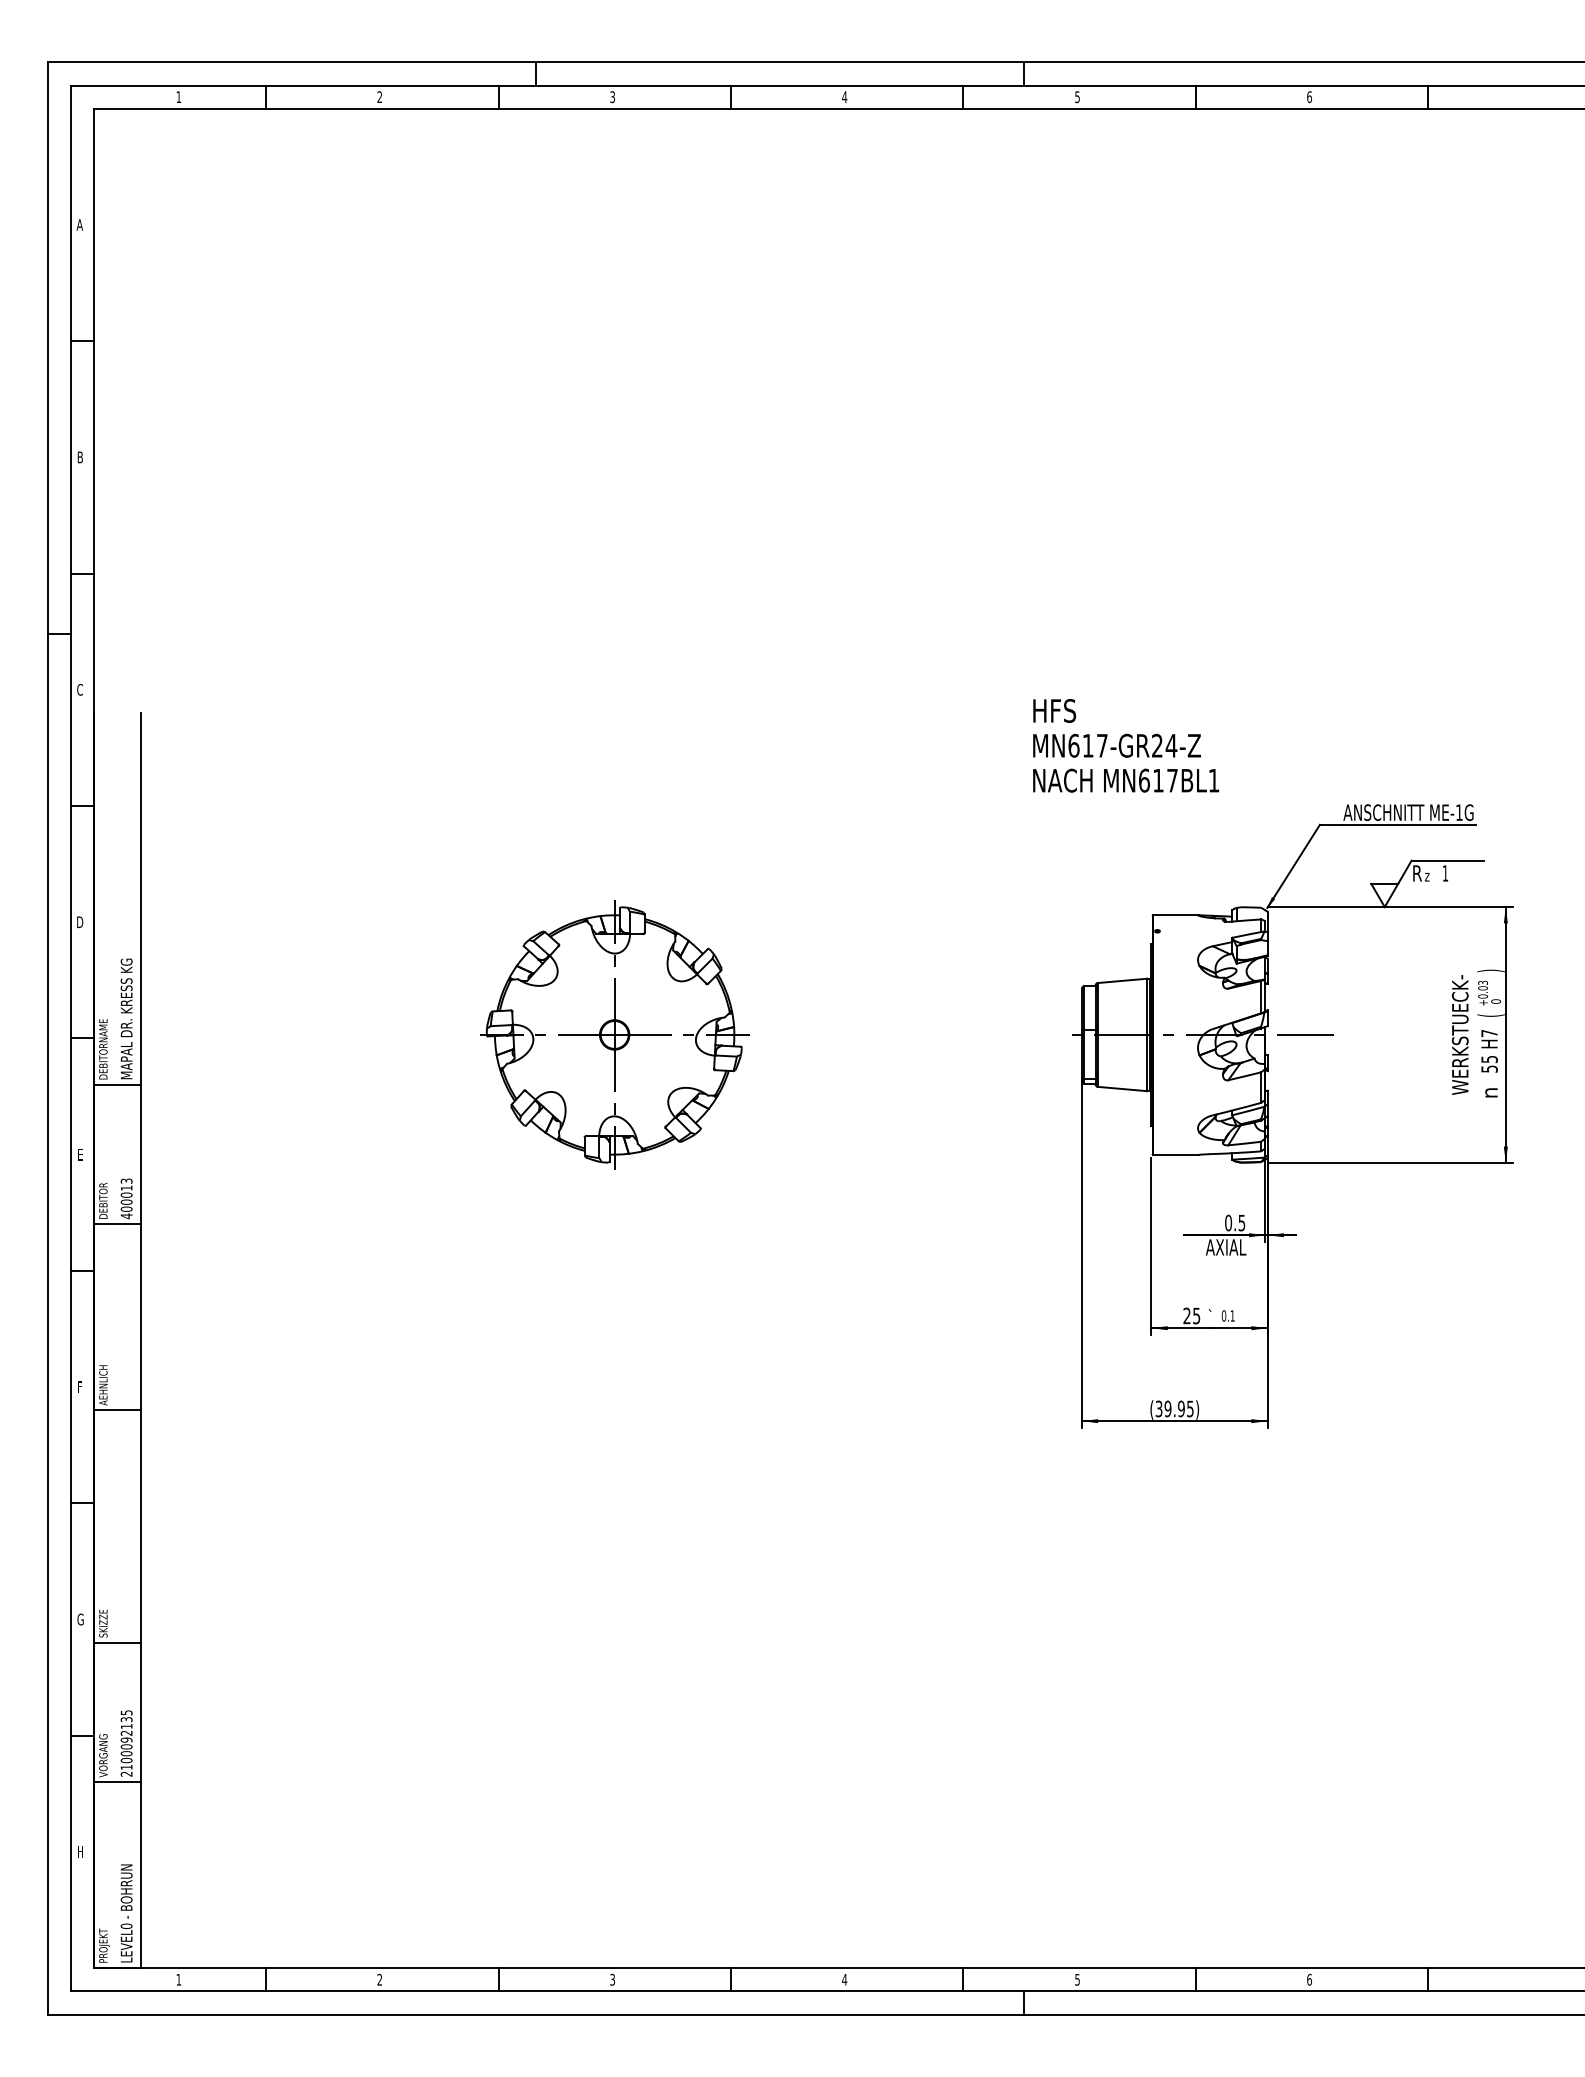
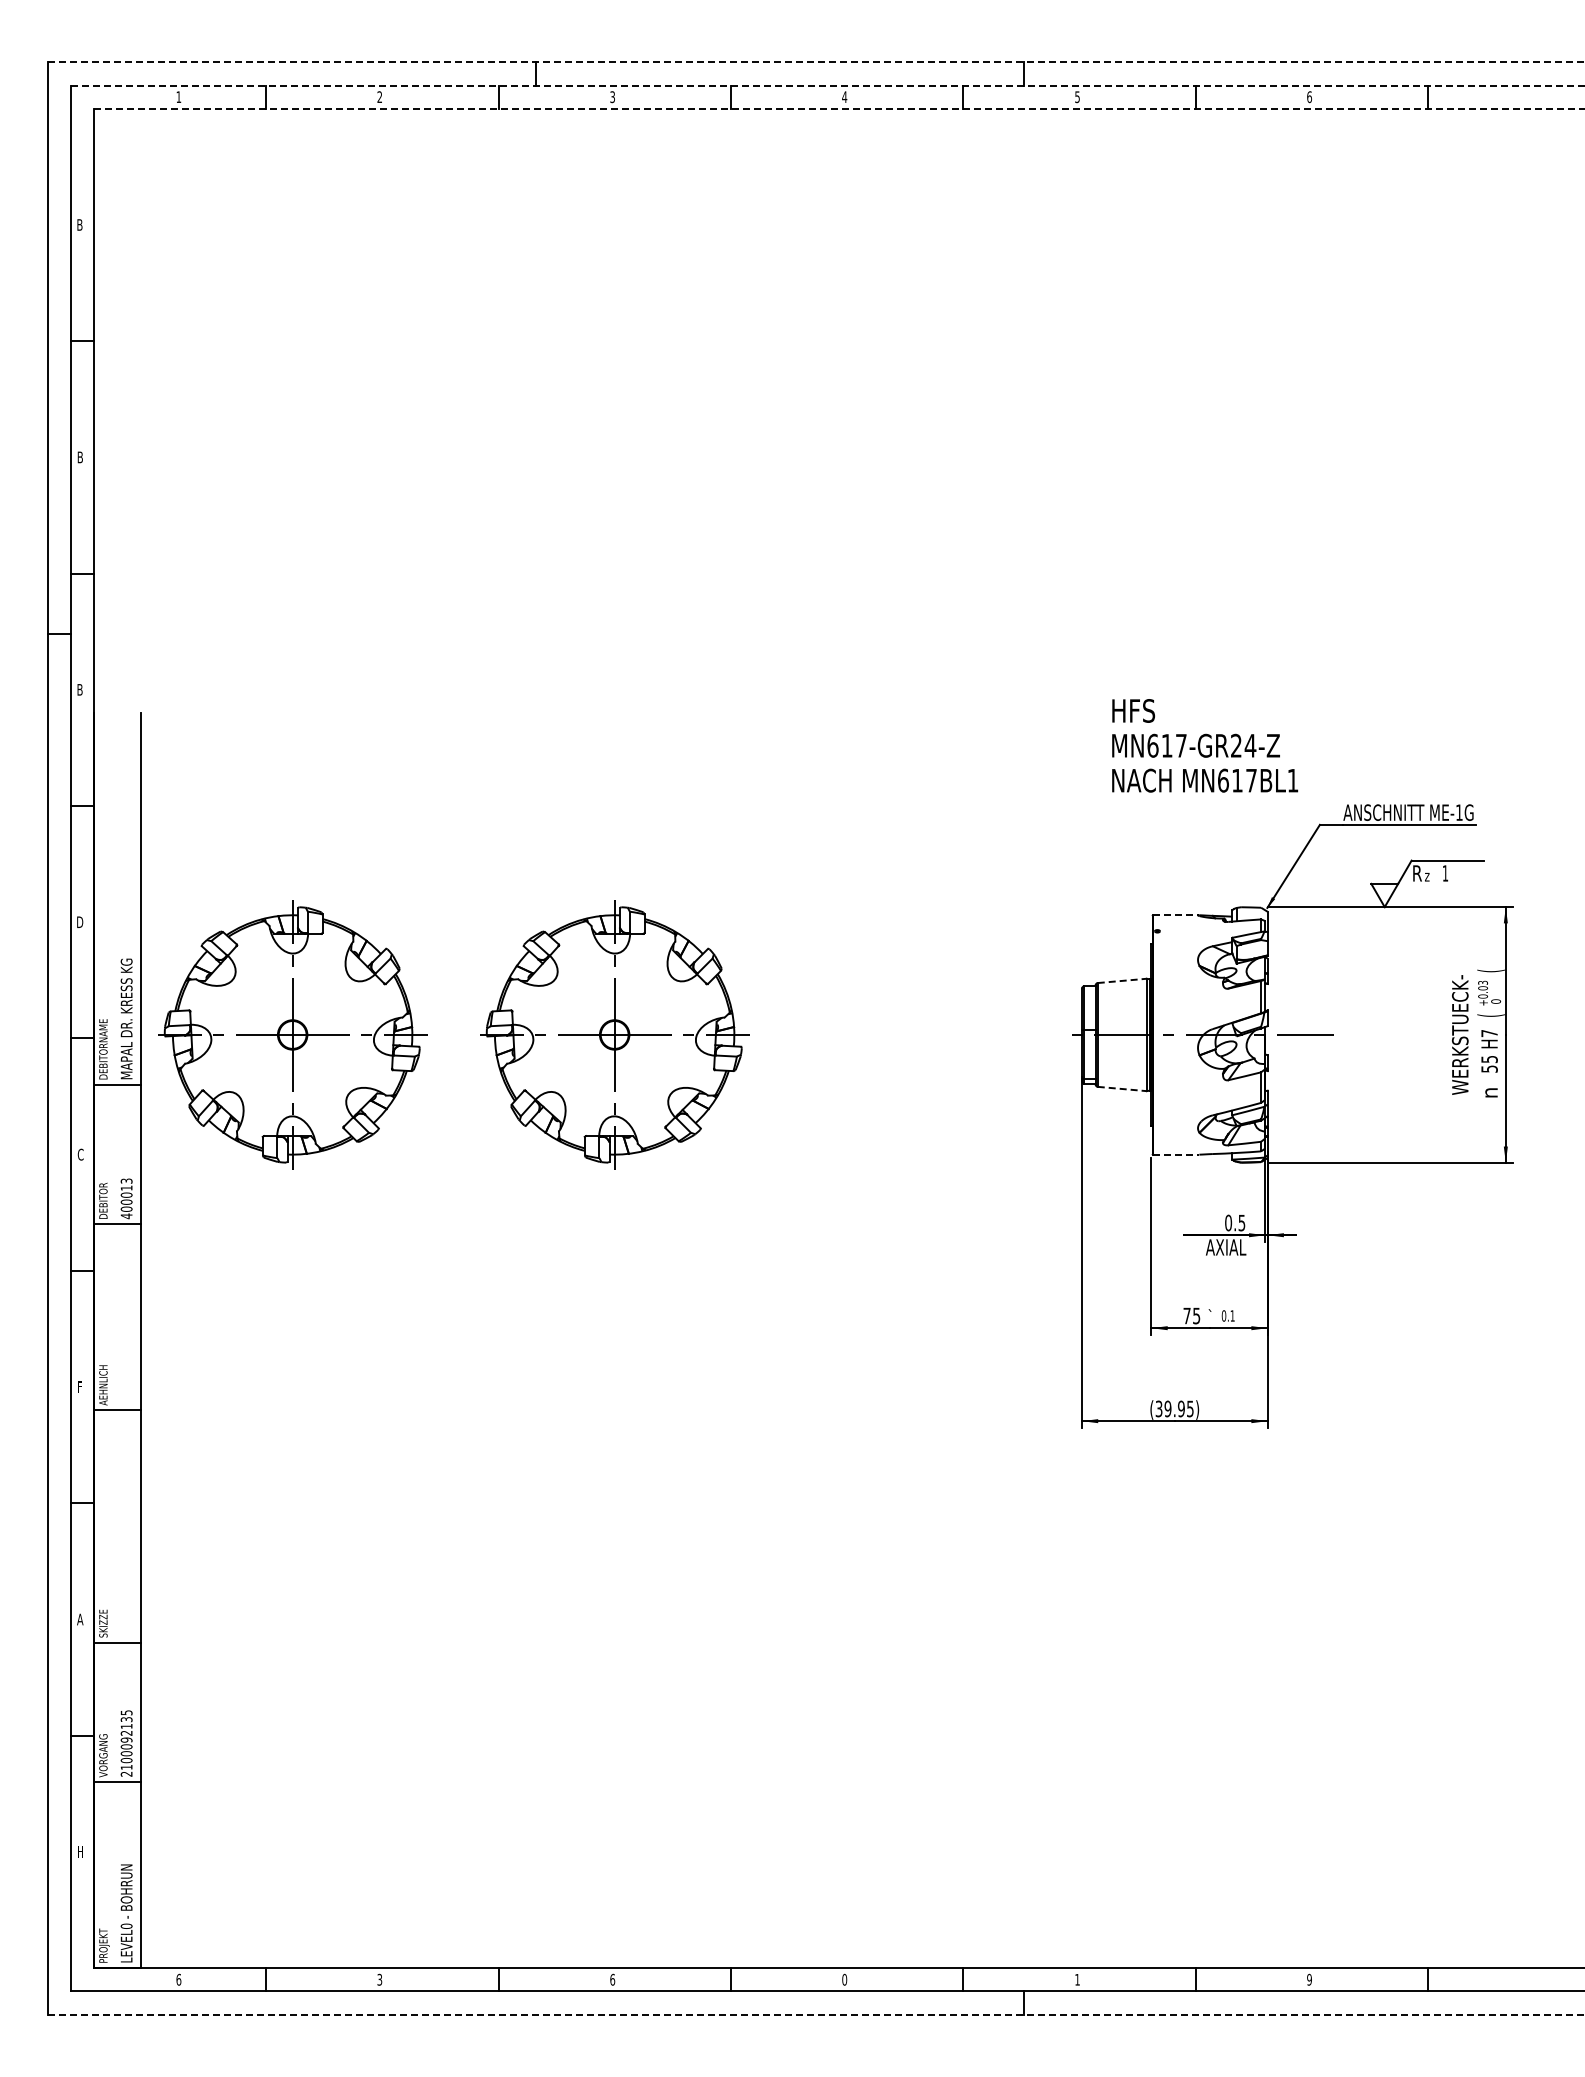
line at (816, 62): solid -> dashed
line at (827, 85): solid -> dashed
line at (839, 108): solid -> dashed
text at (79, 224): A -> B
text at (79, 689): C -> B
text at (1126, 745) position: (1126, 745) -> (1205, 745)
line at (1176, 915): solid -> dashed
text at (1490, 970): ) -> (
line at (1122, 980): solid -> dashed
part at (292, 1034): none -> present
line at (1122, 1089): solid -> dashed
text at (80, 1154): E -> C
line at (1176, 1154): solid -> dashed
text at (1186, 1315): 25 -> 75
text at (80, 1619): G -> A
text at (178, 1979): 1 -> 6
text at (612, 1979): 3 -> 6
text at (844, 1979): 4 -> 0
text at (1077, 1979): 5 -> 1
text at (1309, 1979): 6 -> 9
text at (379, 1980): 2 -> 3
line at (816, 2014): solid -> dashed
